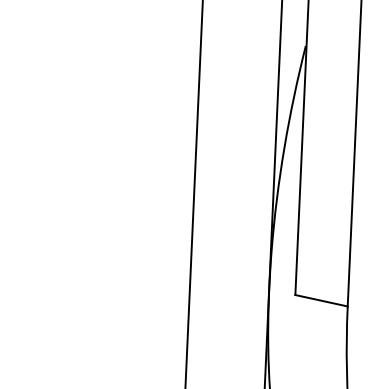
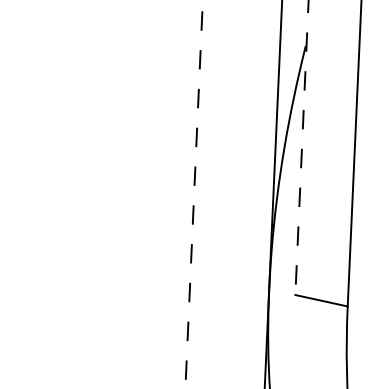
line at (301, 148): solid -> dashed
line at (194, 194): solid -> dashed
